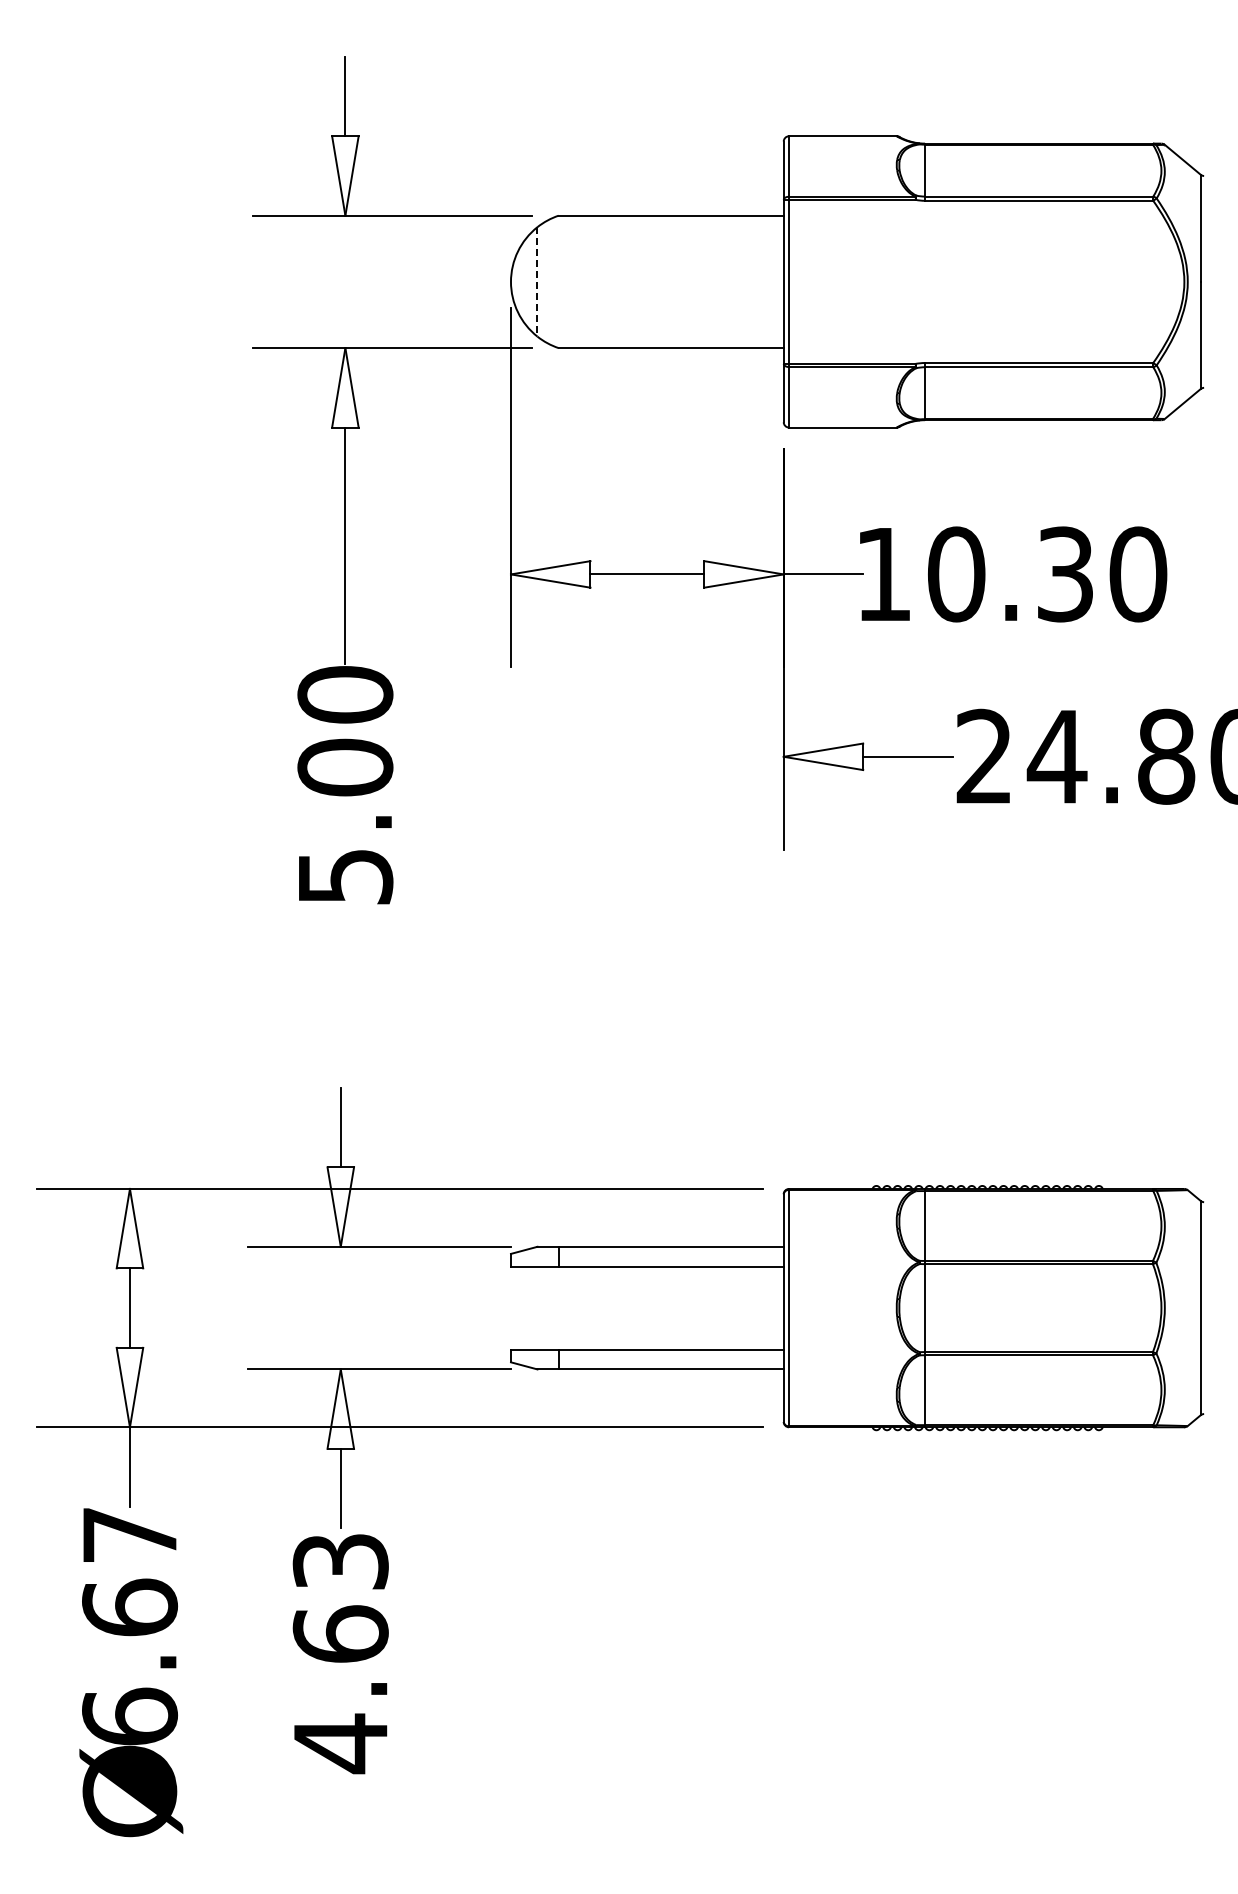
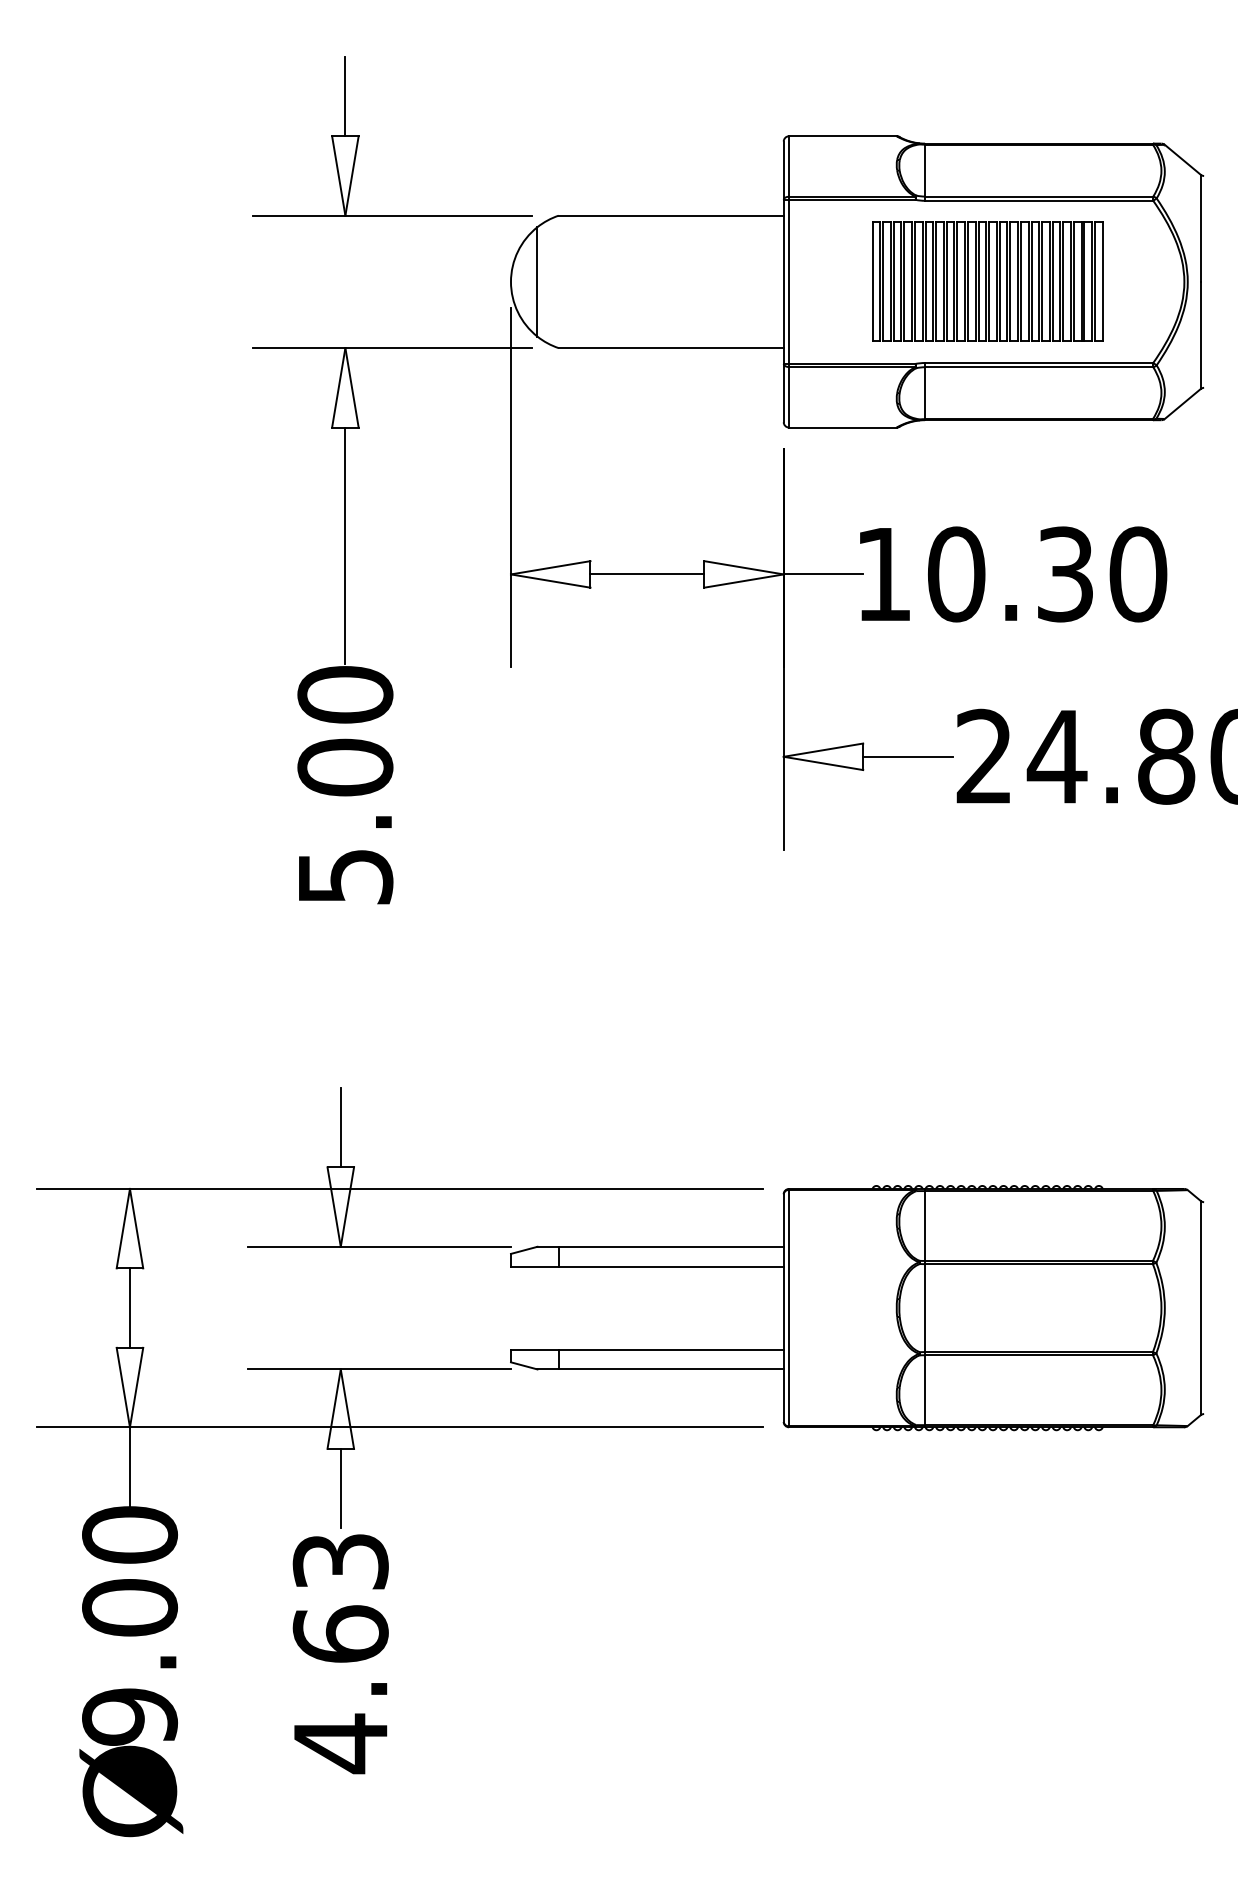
line at (537, 281): dashed -> solid
part at (987, 281): none -> present
text at (130, 1625): 6.67 -> 9.00
